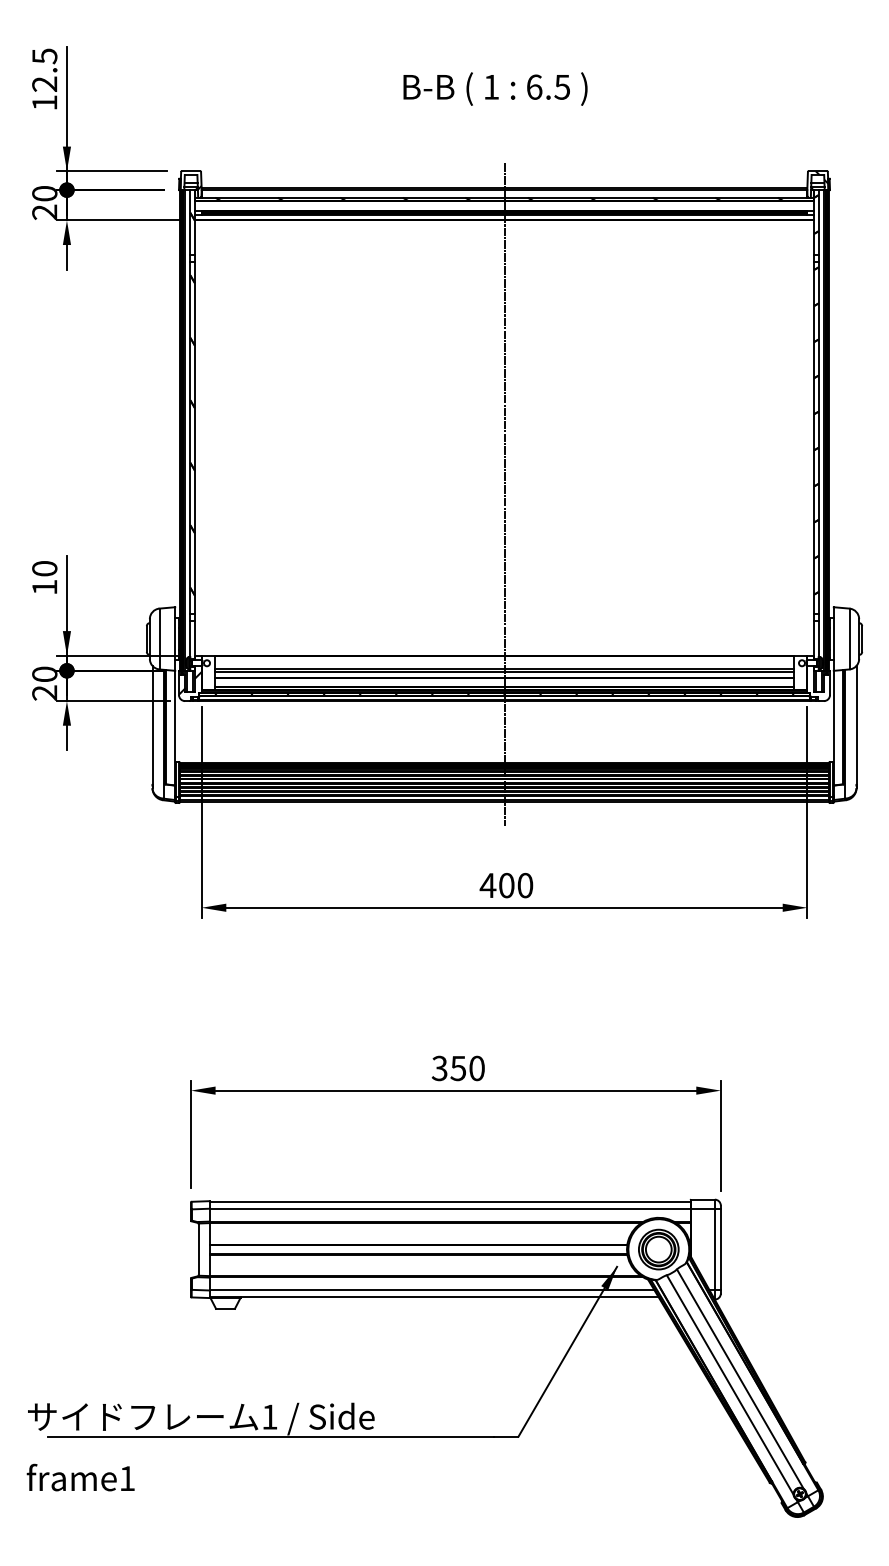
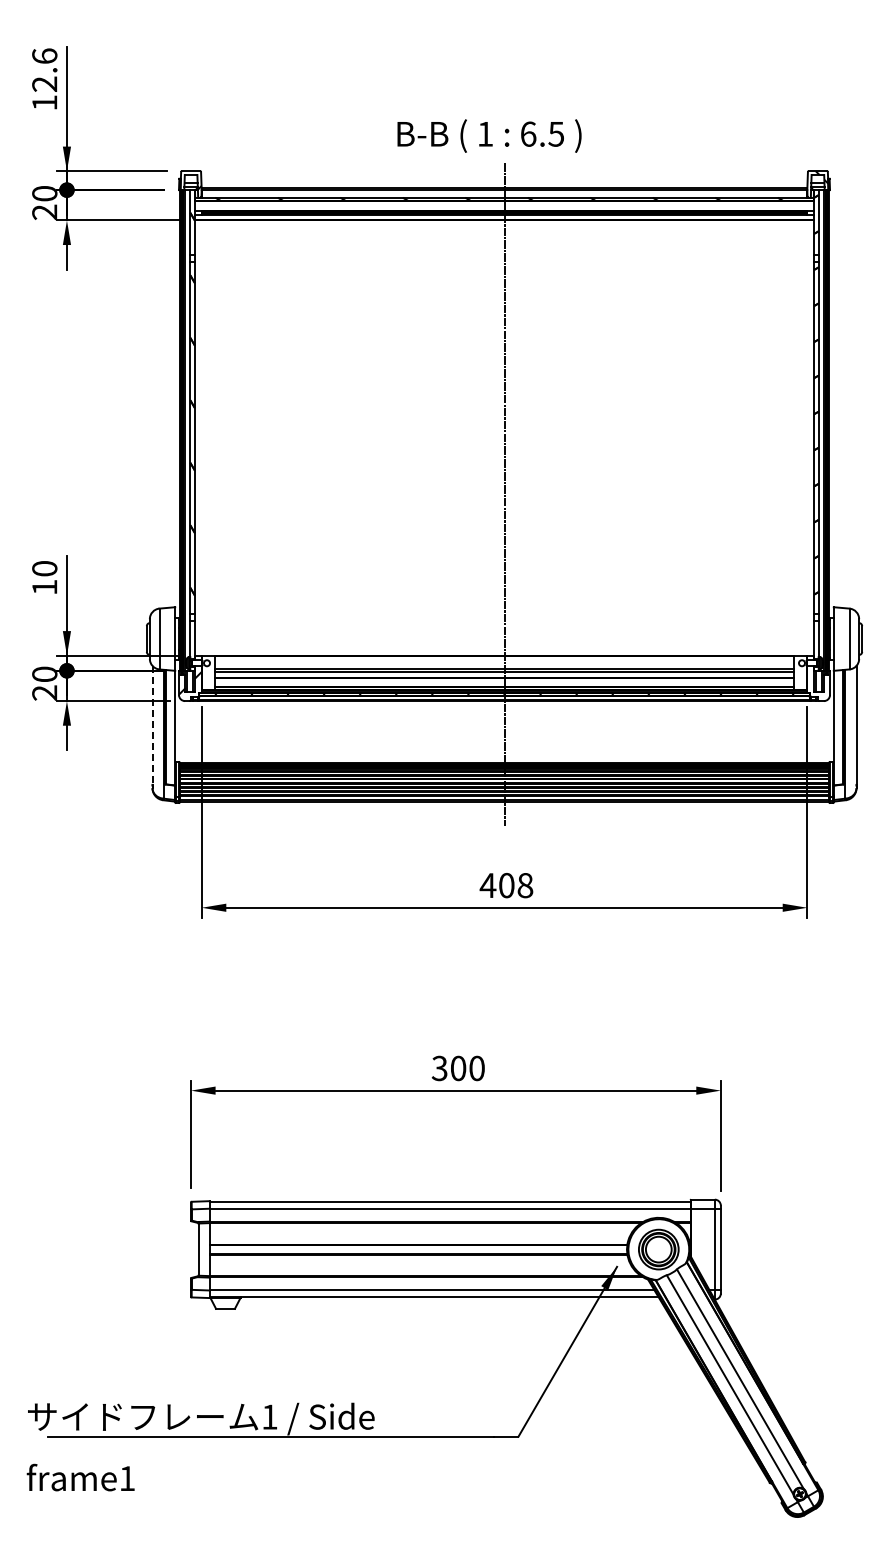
text at (44, 56): 12.5 -> 12.6
text at (495, 88) position: (495, 88) -> (489, 135)
line at (152, 725): solid -> dashed
text at (525, 885): 400 -> 408
text at (458, 1068): 350 -> 300
